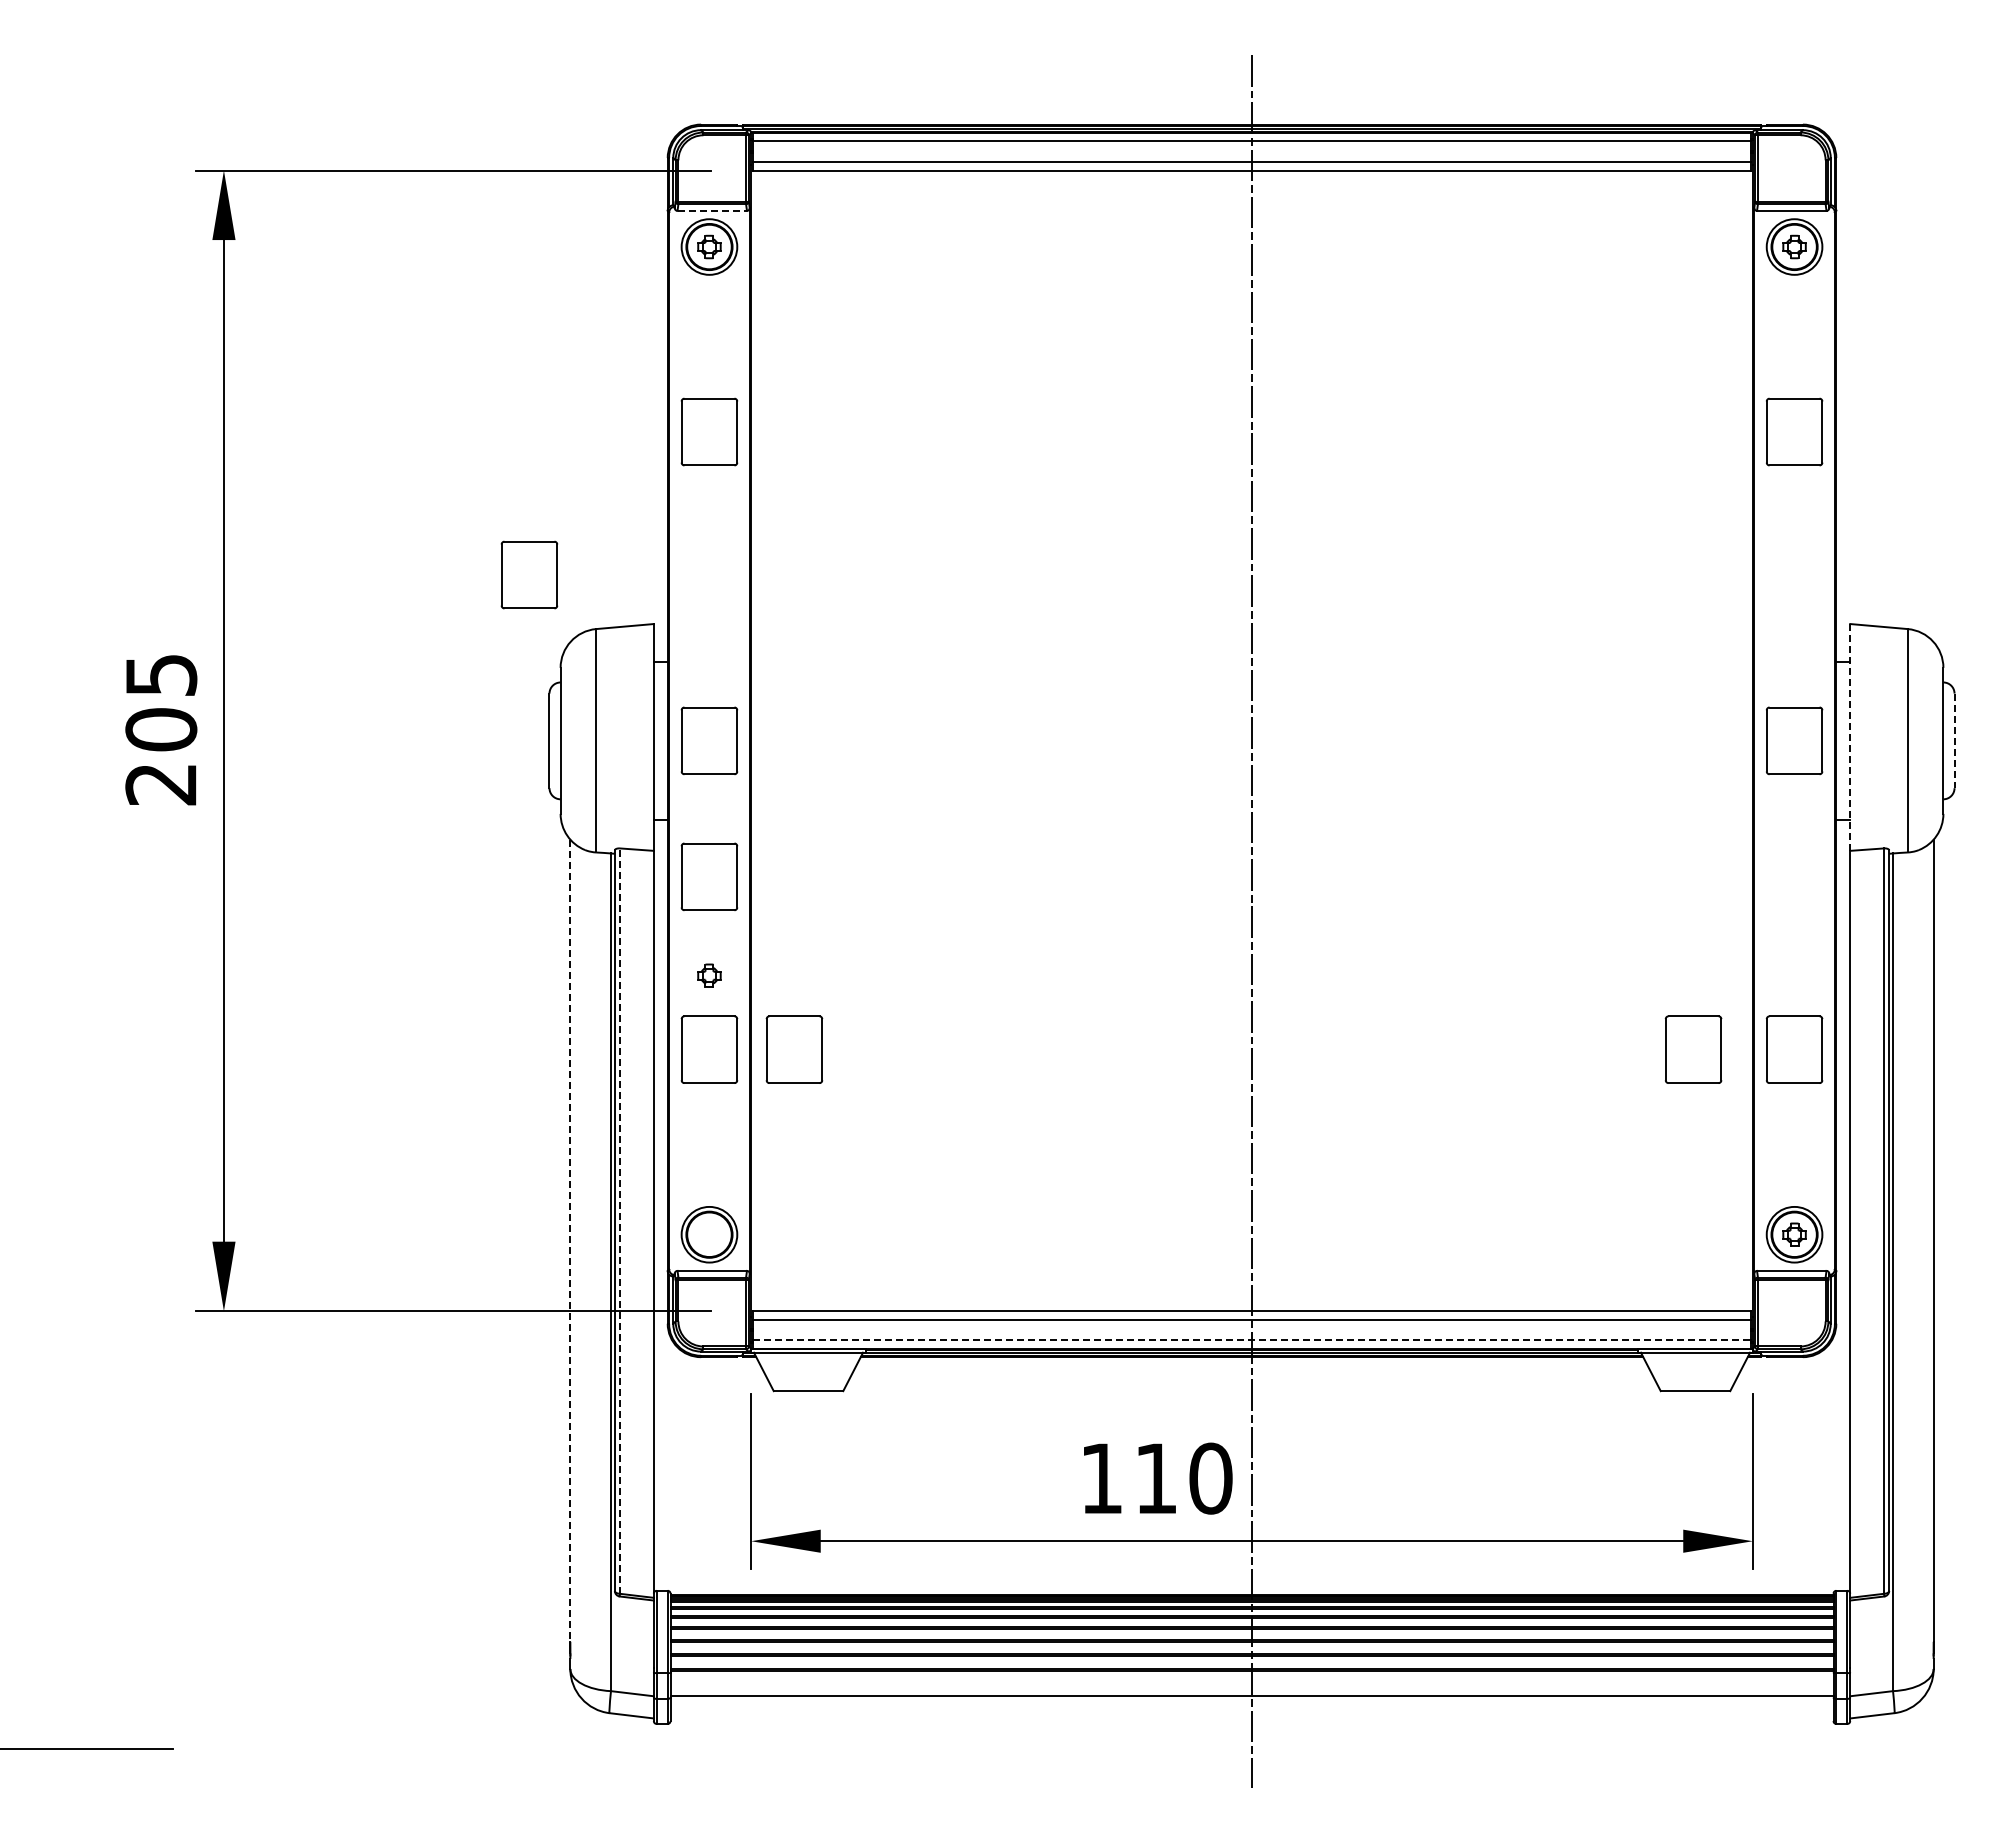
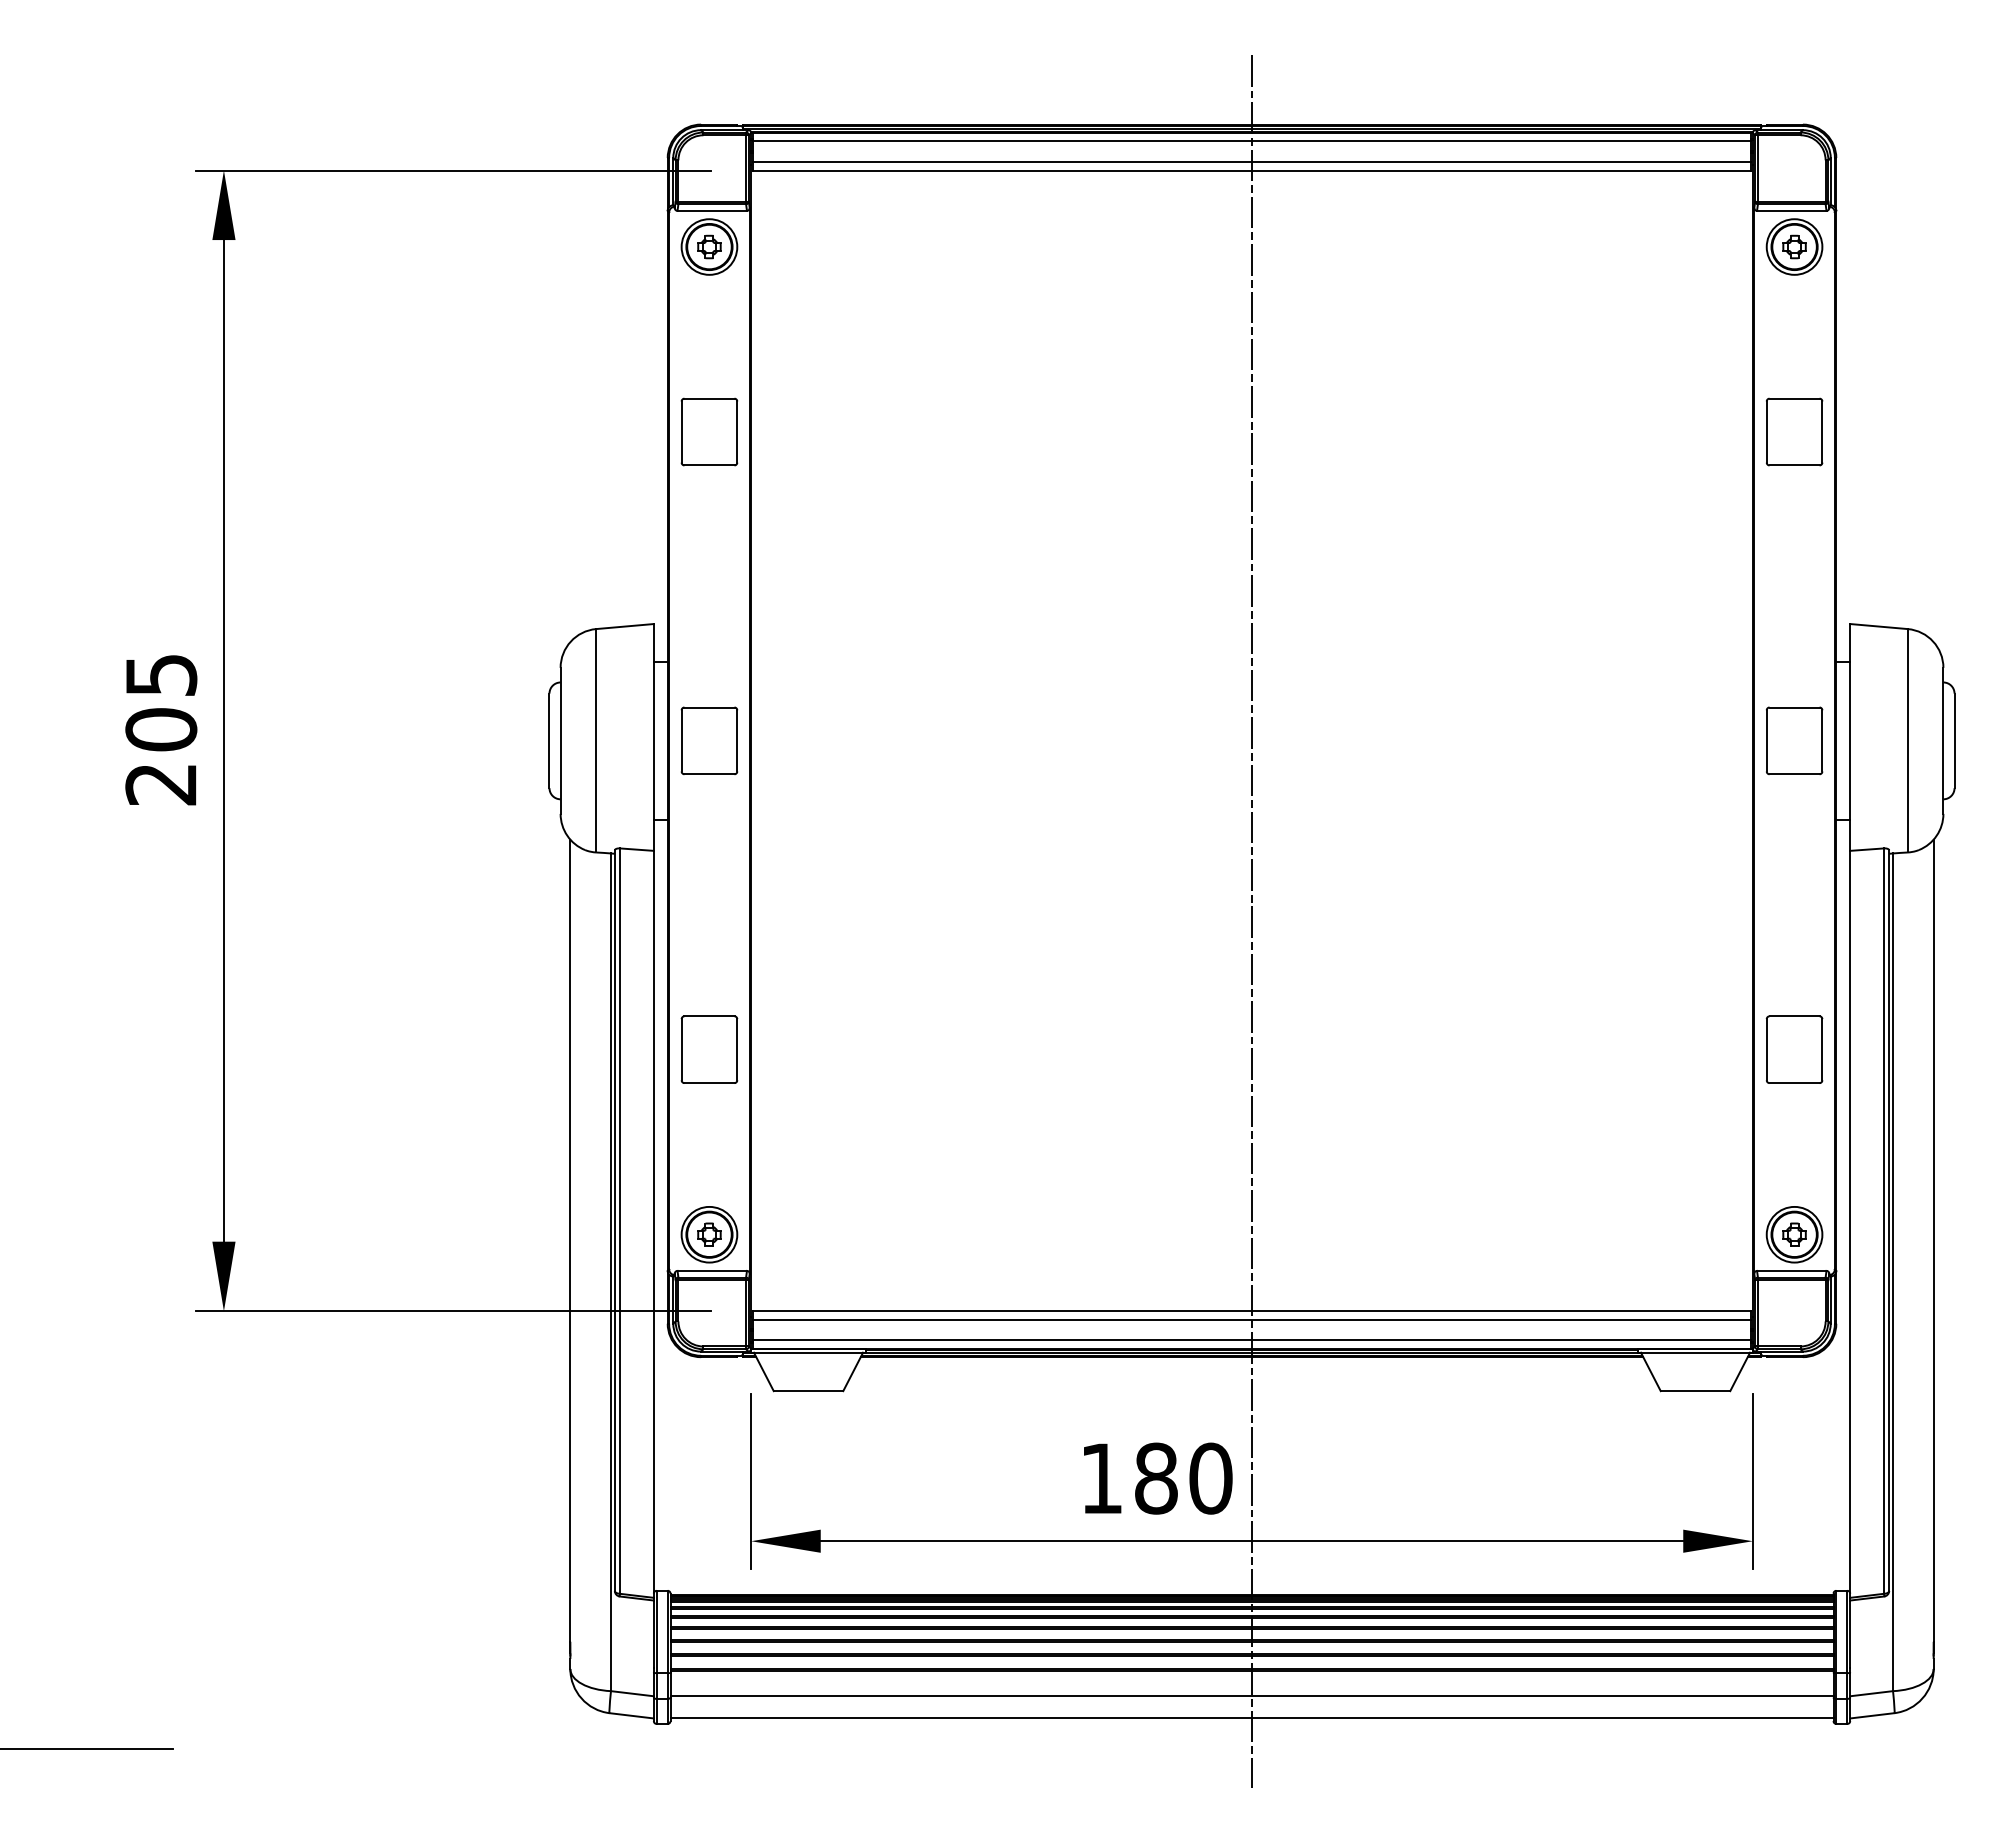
line at (712, 210): dashed -> solid
part at (529, 574): present -> none
line at (1850, 736): dashed -> solid
line at (1954, 741): dashed -> solid
part at (709, 876): present -> none
part at (709, 975) position: (709, 975) -> (709, 1234)
part at (794, 1049): present -> none
part at (1693, 1049): present -> none
line at (619, 1221): dashed -> solid
line at (570, 1241): dashed -> solid
line at (1252, 1340): dashed -> solid
text at (1156, 1478): 110 -> 180
line at (1251, 1718): none -> present
